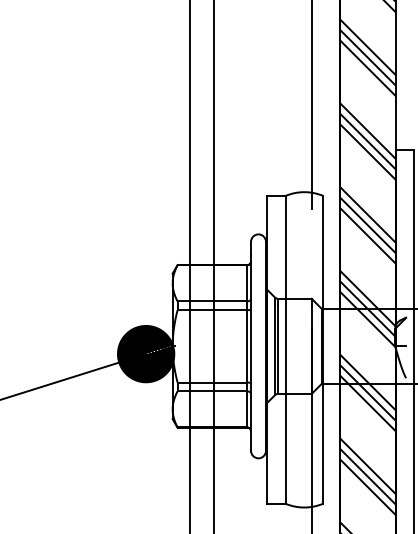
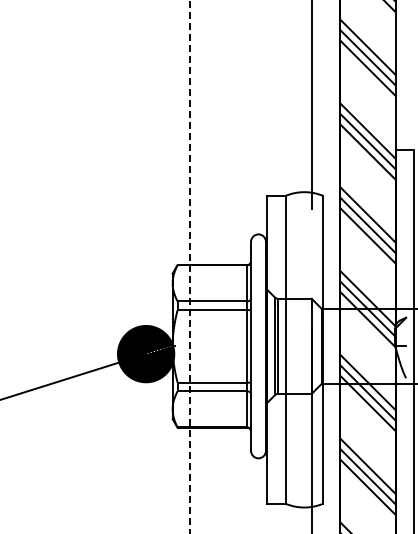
line at (189, 266): solid -> dashed
line at (213, 266): present -> none
